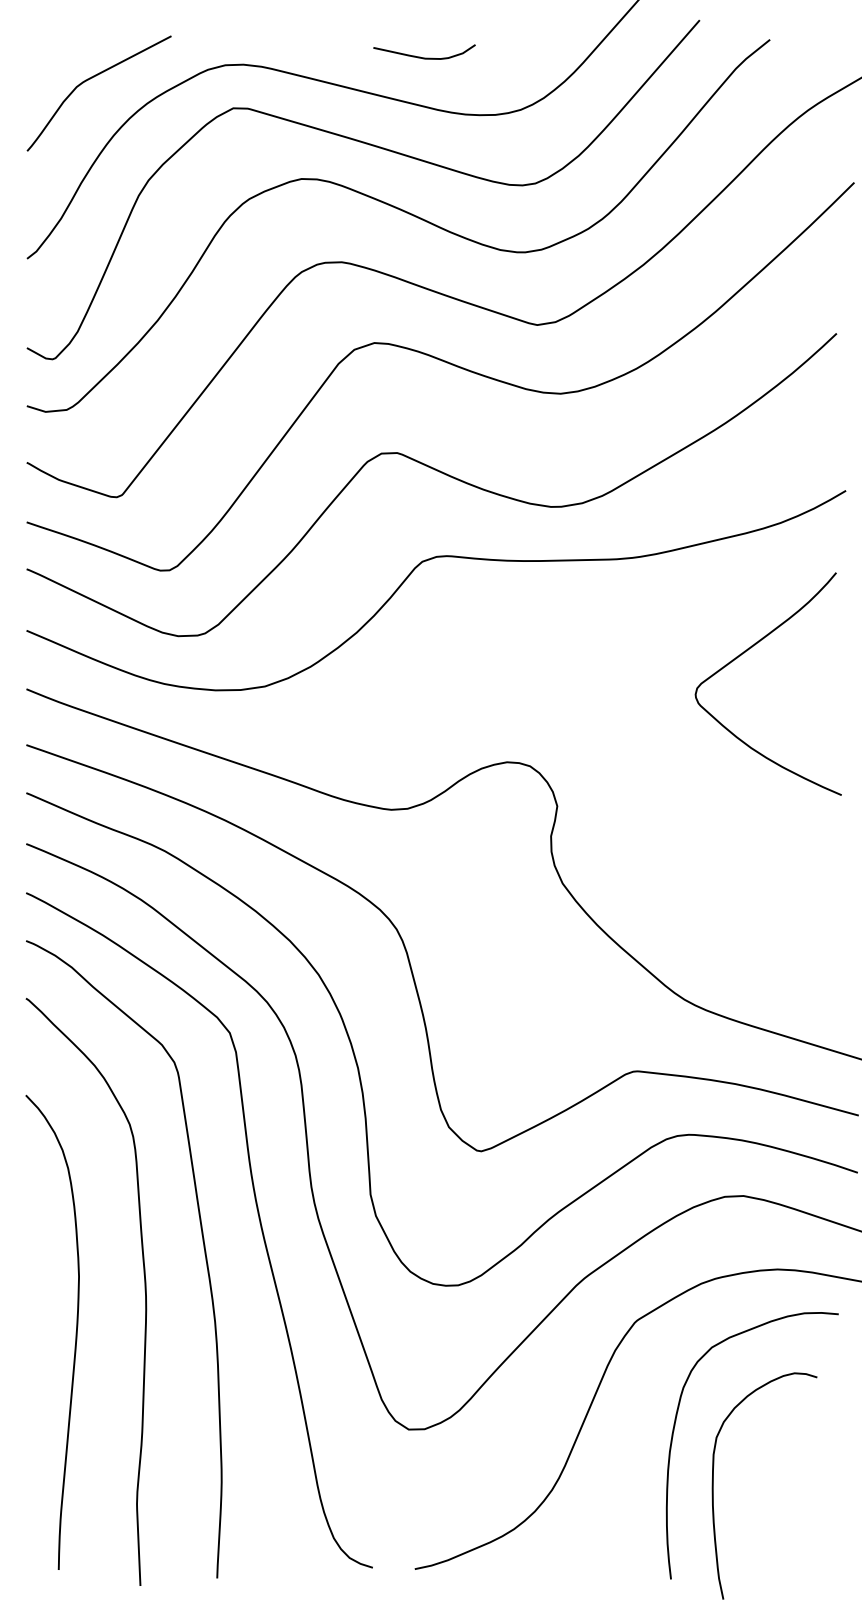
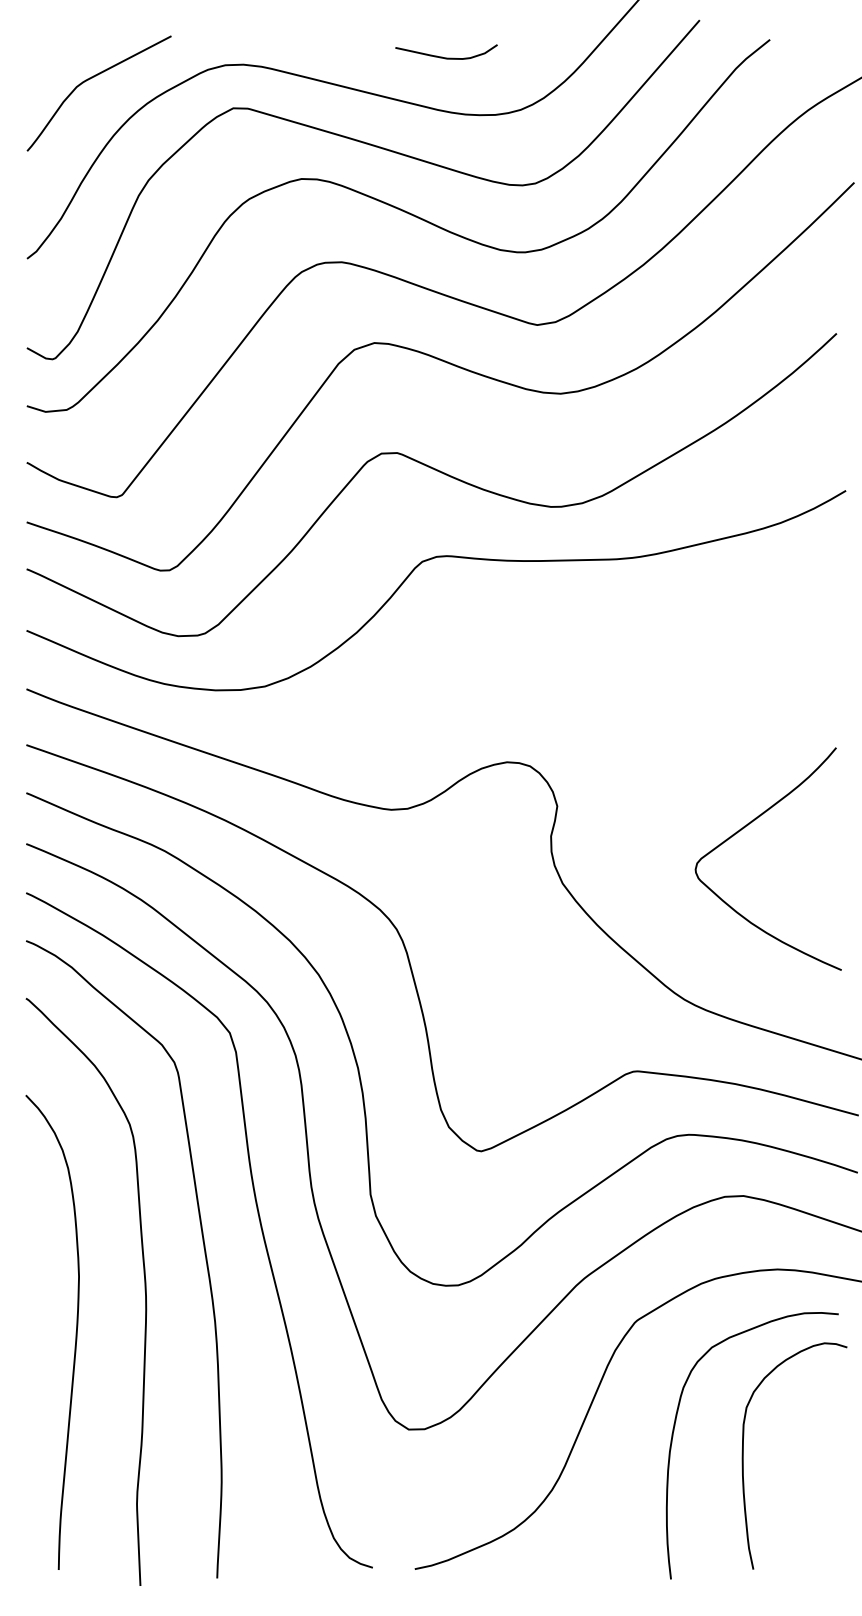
curve at (424, 57) position: (424, 57) -> (446, 57)
curve at (747, 651) position: (747, 651) -> (747, 826)
curve at (713, 1485) position: (713, 1485) -> (743, 1455)
